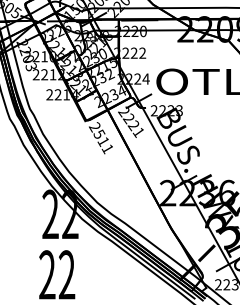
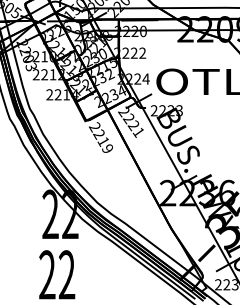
text at (102, 141): 2511 -> 2219
